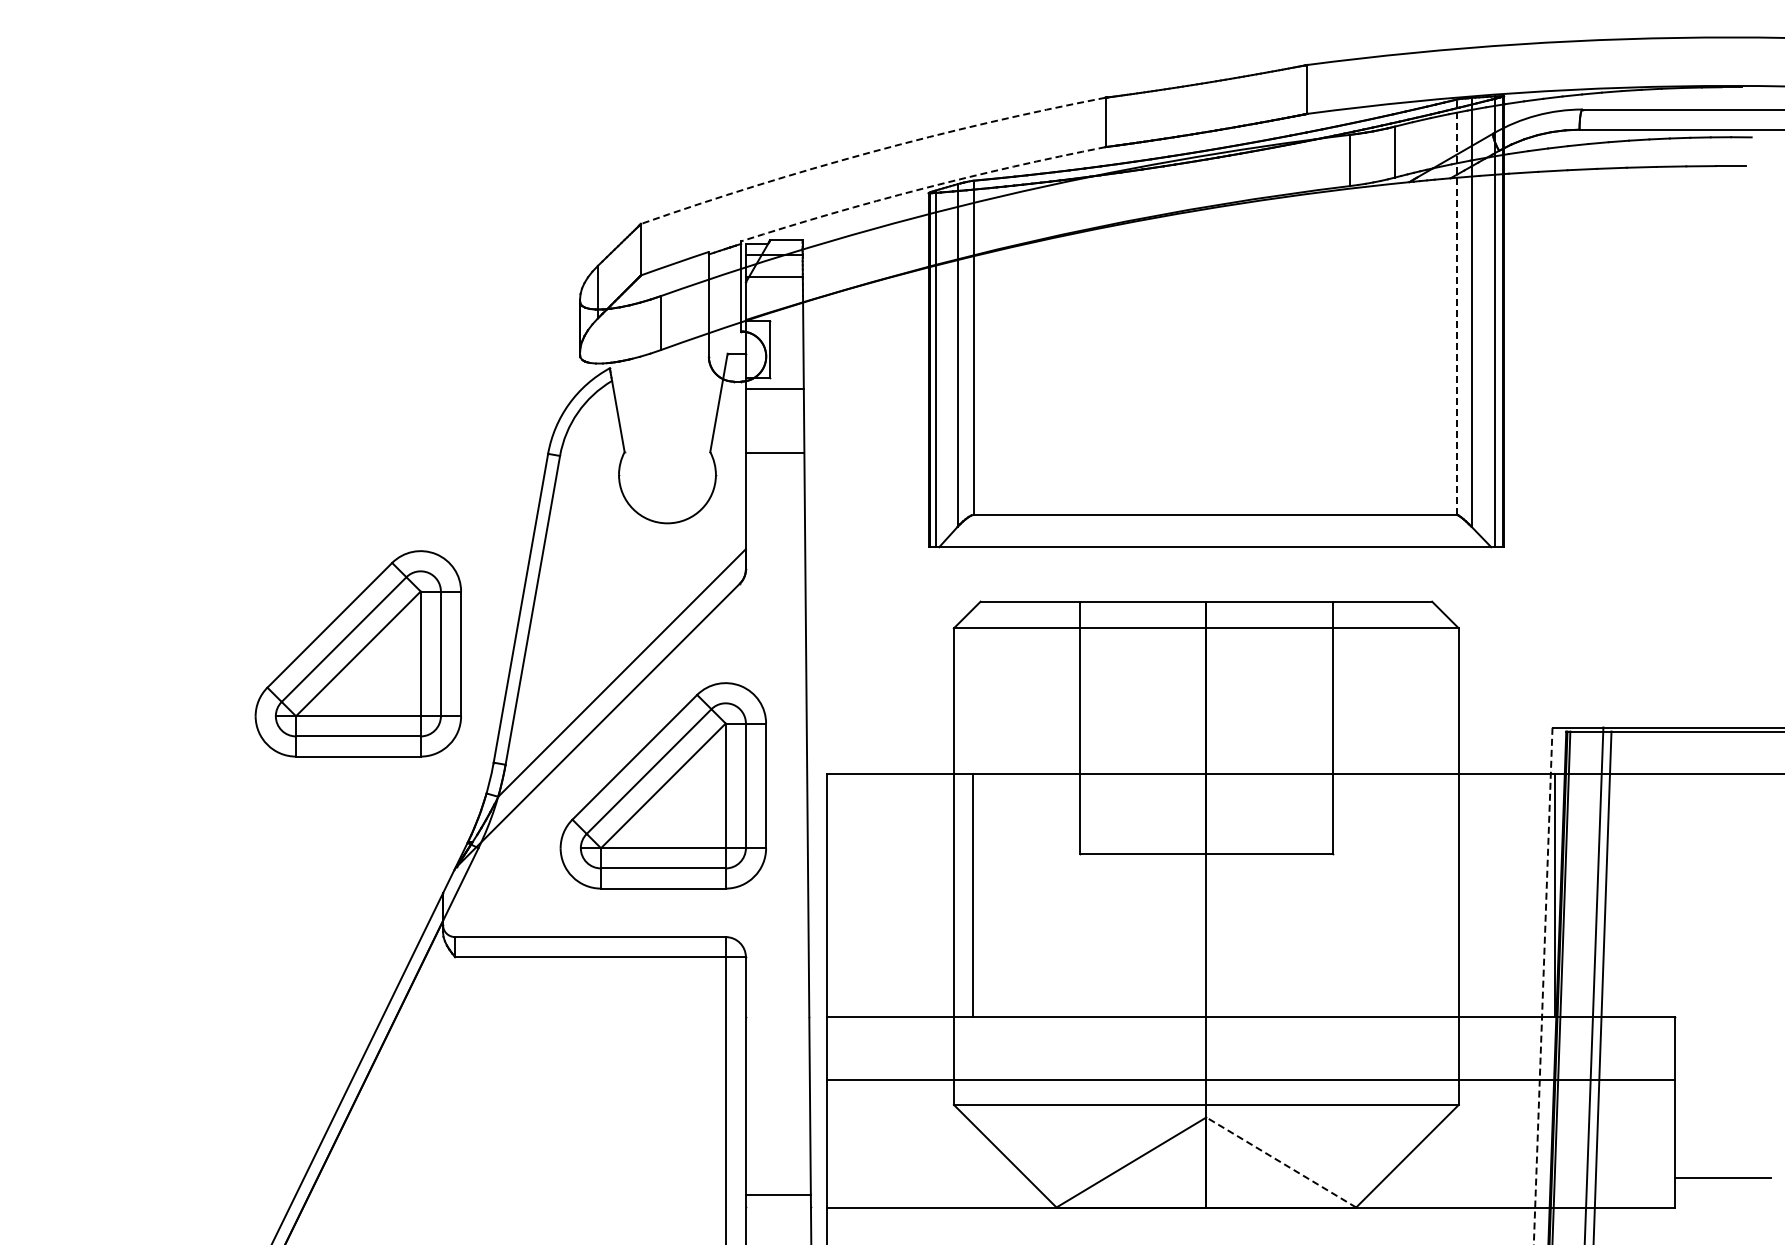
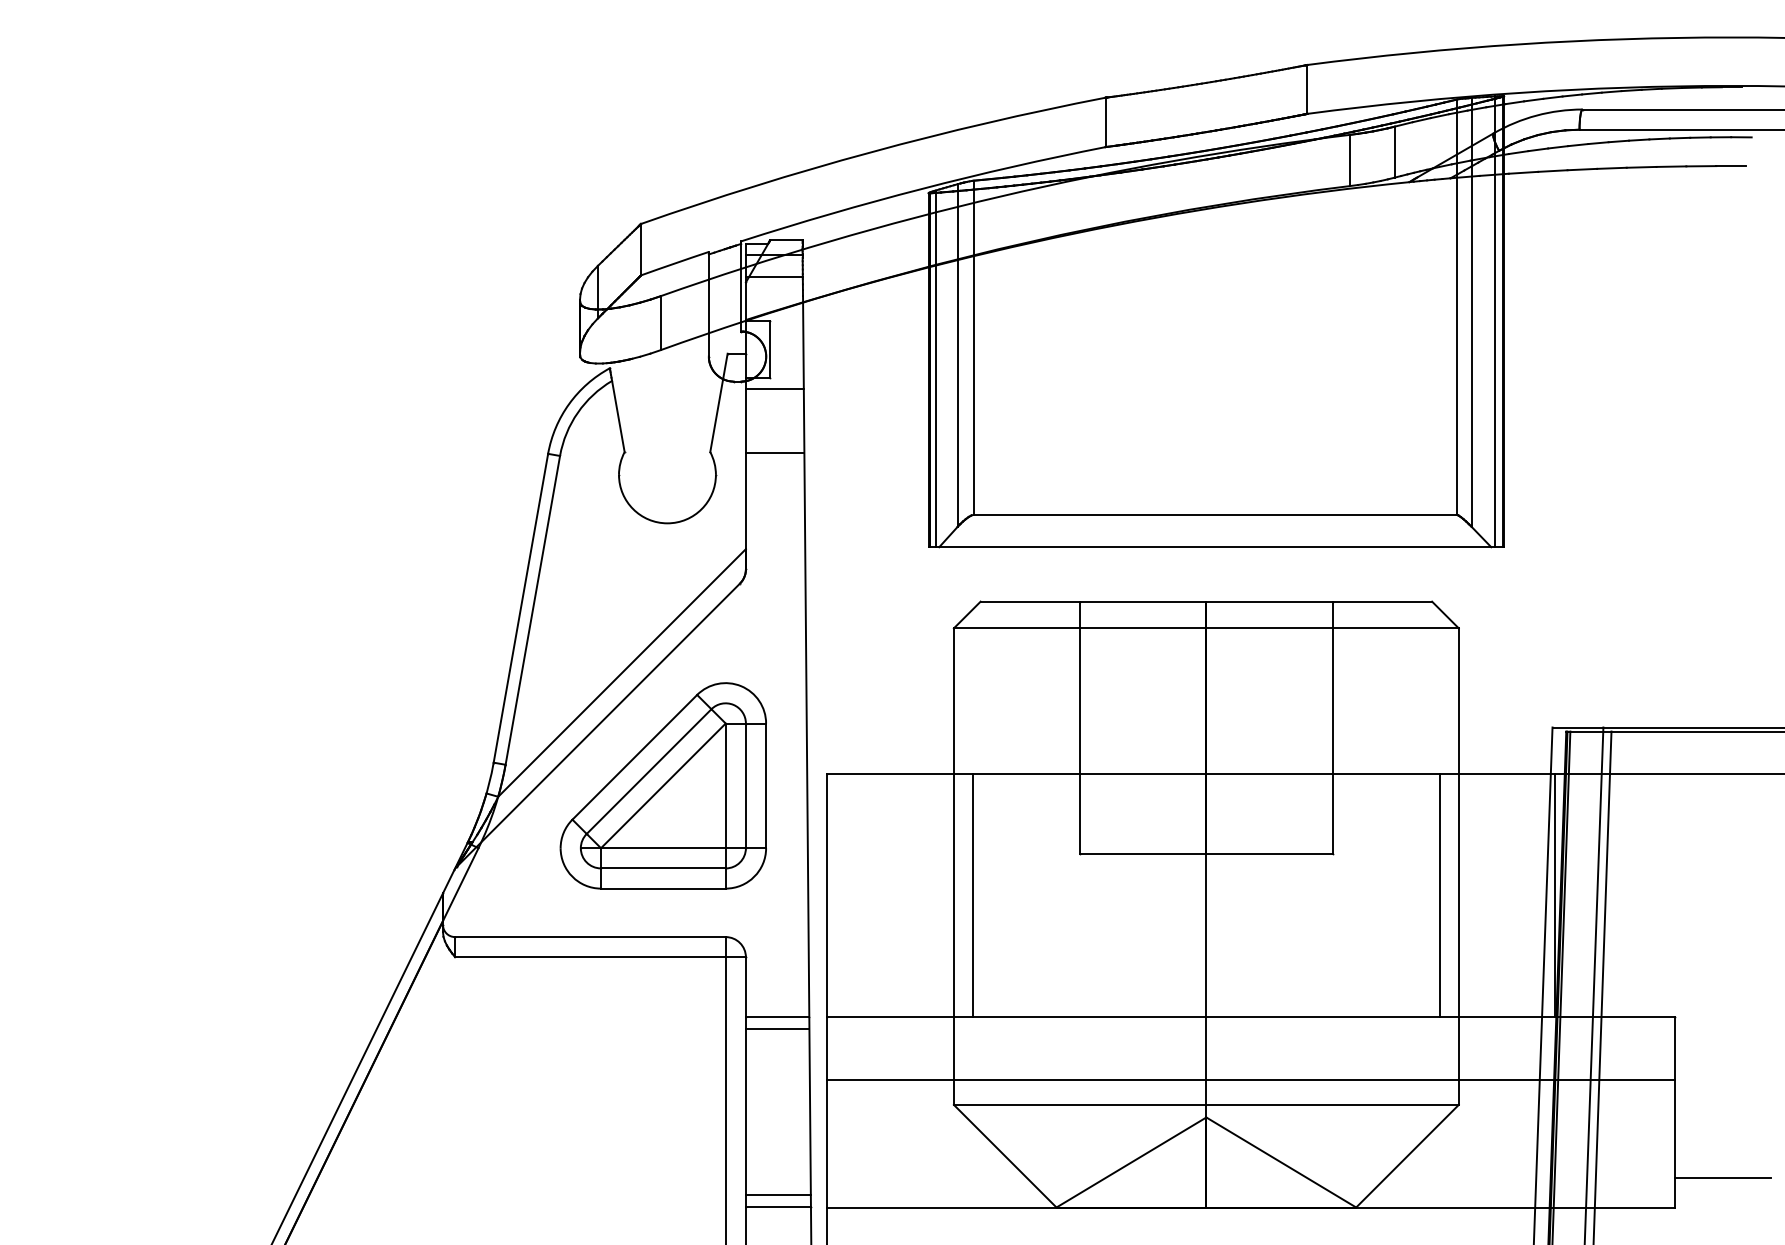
arc at (870, 152): dashed -> solid
arc at (921, 188): dashed -> solid
line at (1456, 307): dashed -> solid
part at (357, 653): present -> none
line at (1439, 895): none -> present
line at (1543, 986): dashed -> solid
line at (777, 1016): none -> present
line at (777, 1028): none -> present
line at (1280, 1162): dashed -> solid
line at (777, 1207): none -> present
